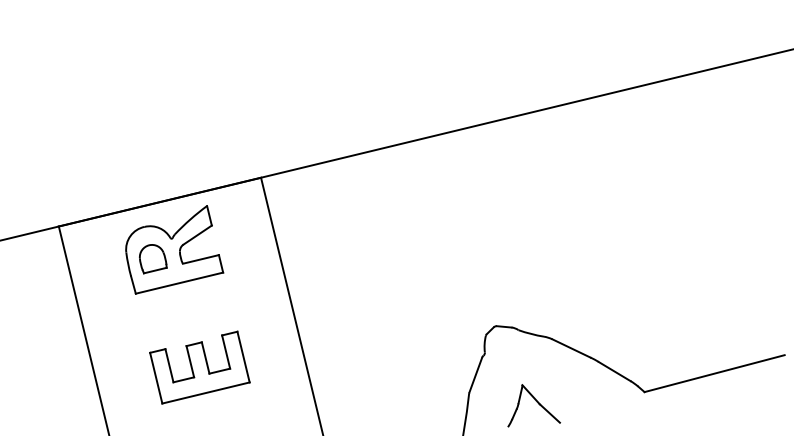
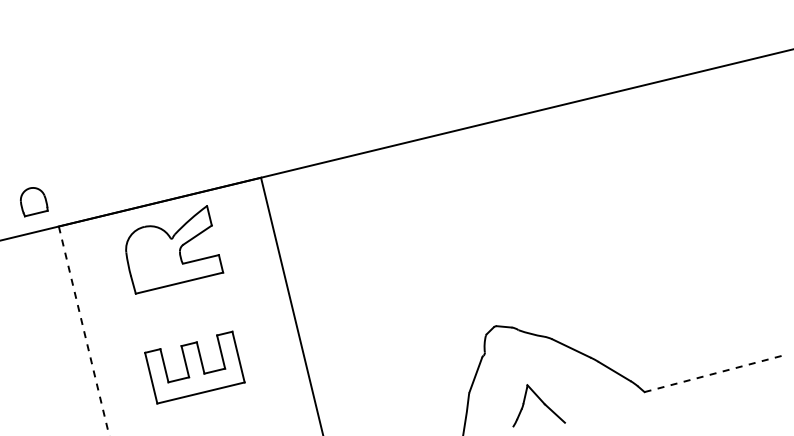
part at (153, 259) position: (153, 259) -> (34, 202)
line at (84, 331): solid -> dashed
part at (199, 367) position: (199, 367) -> (194, 367)
line at (715, 373): solid -> dashed
part at (533, 405) position: (533, 405) -> (538, 405)
